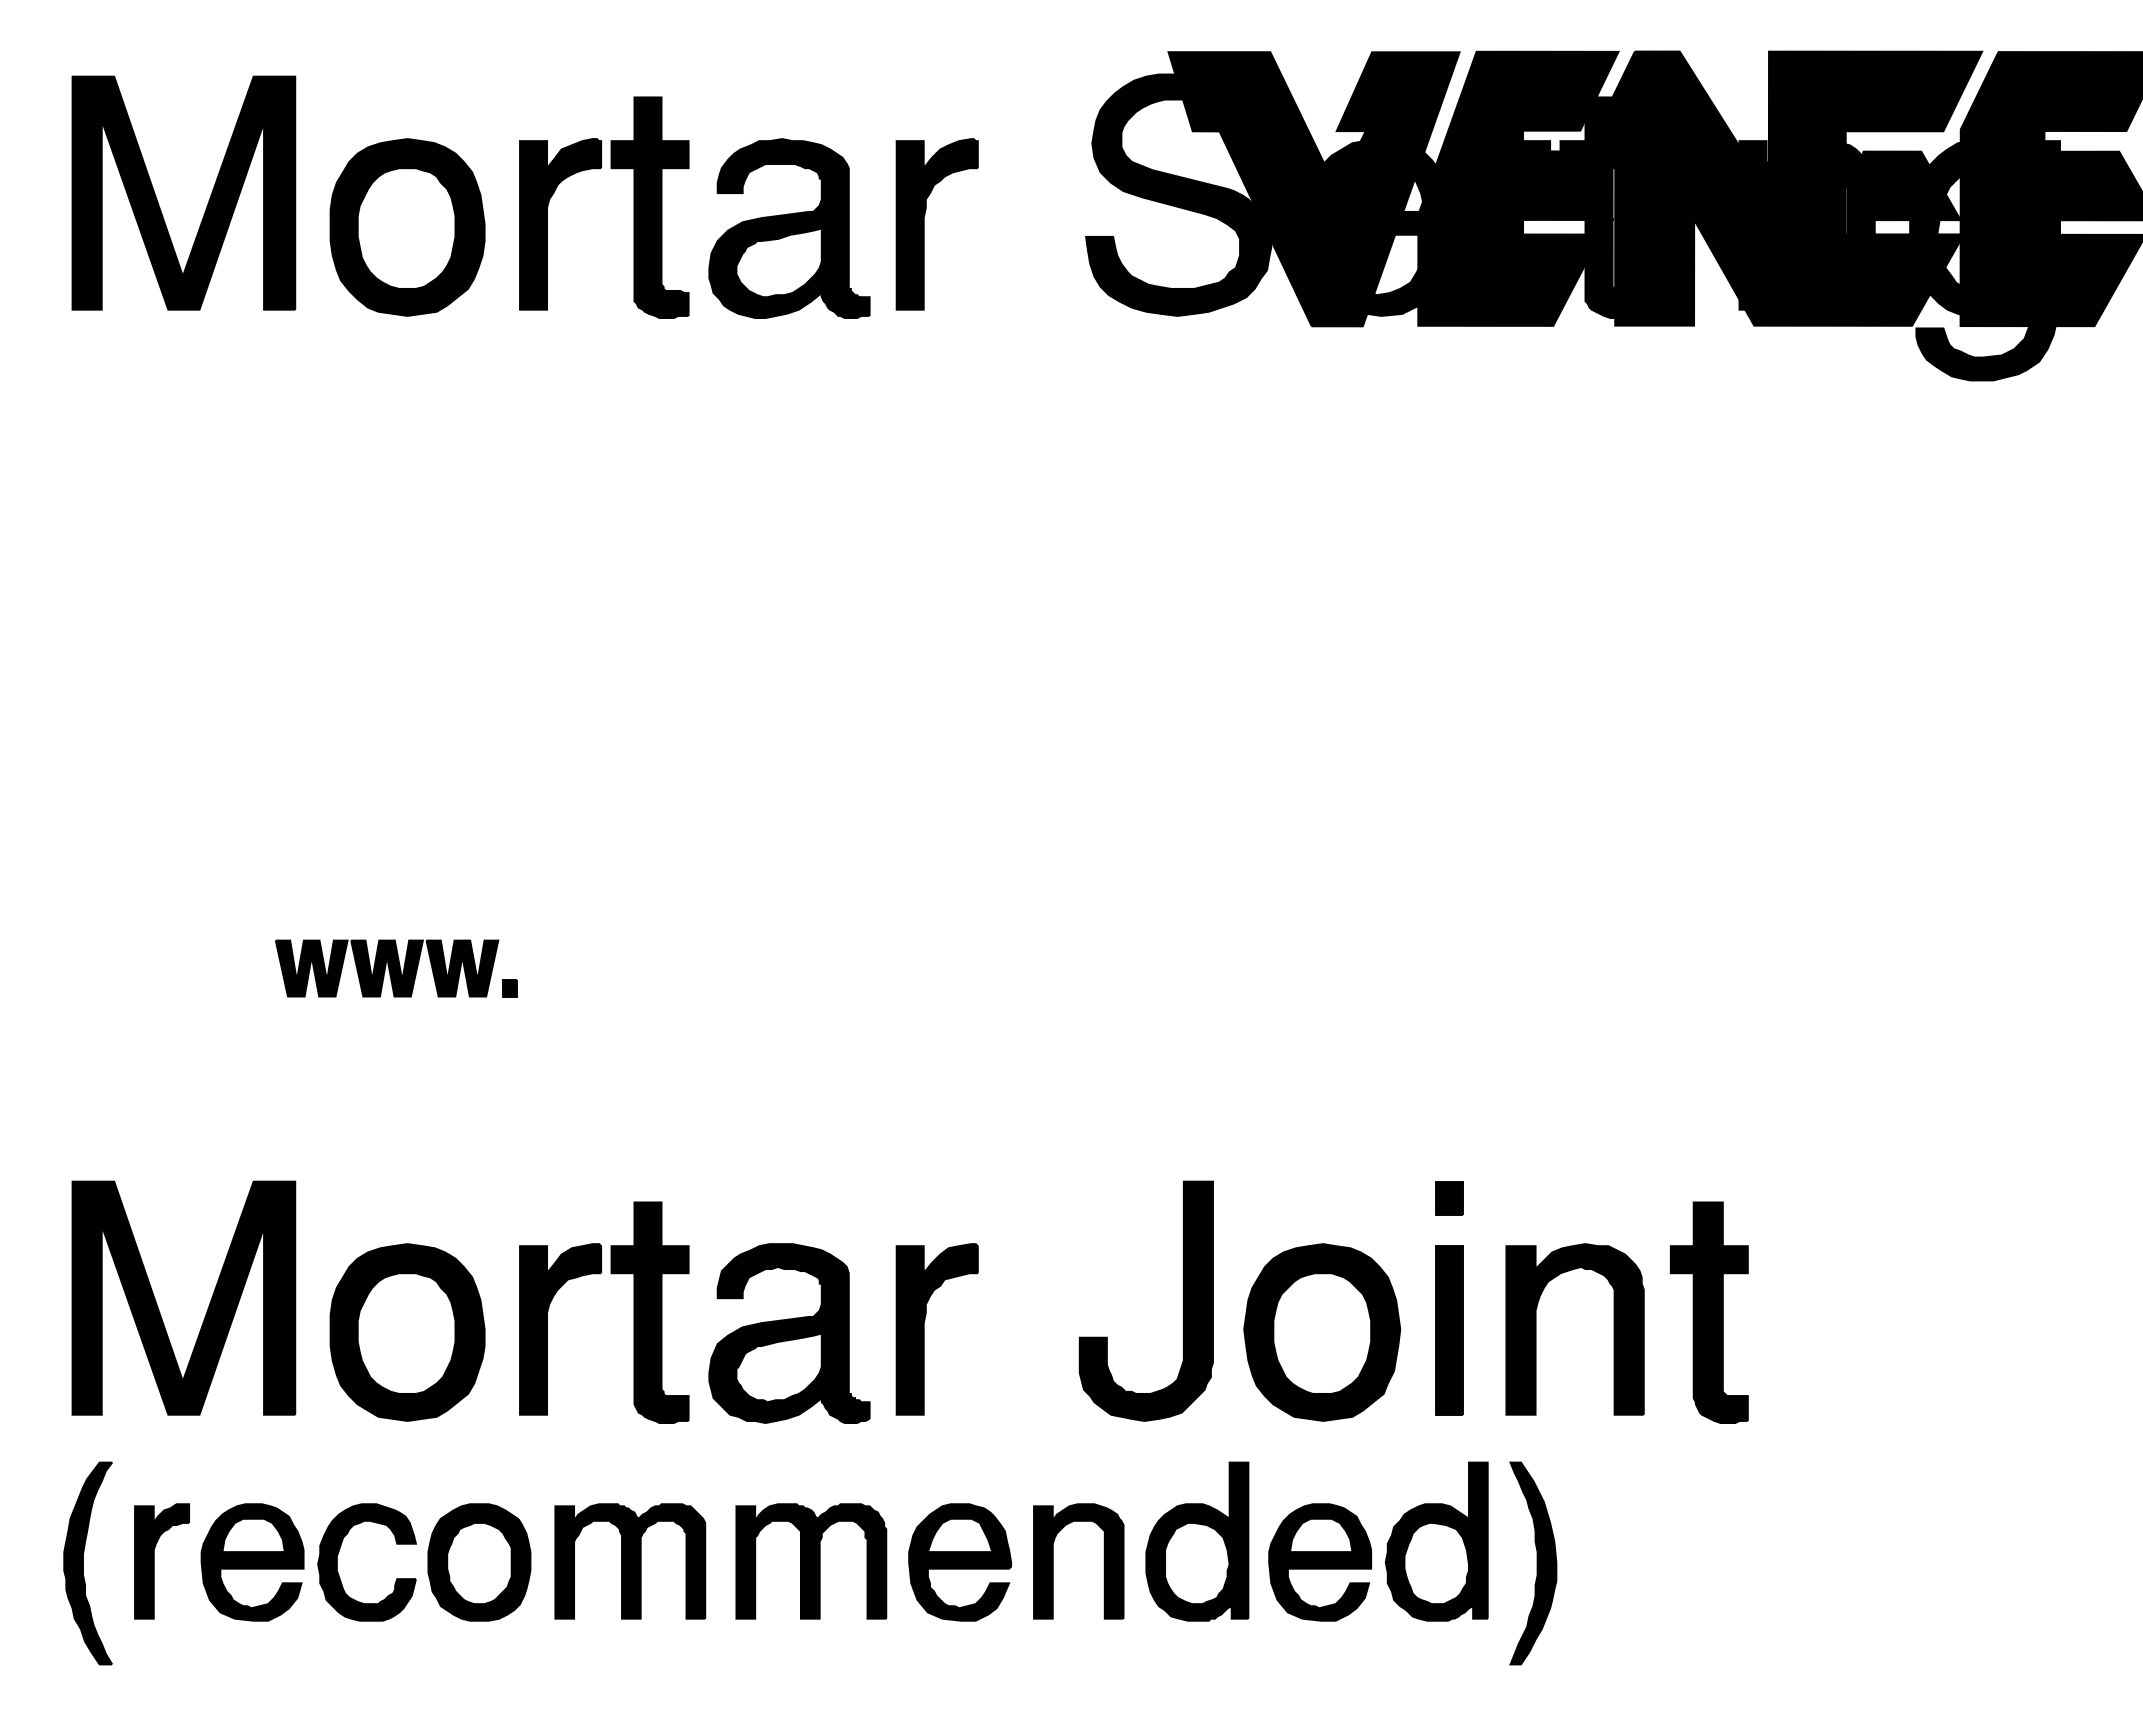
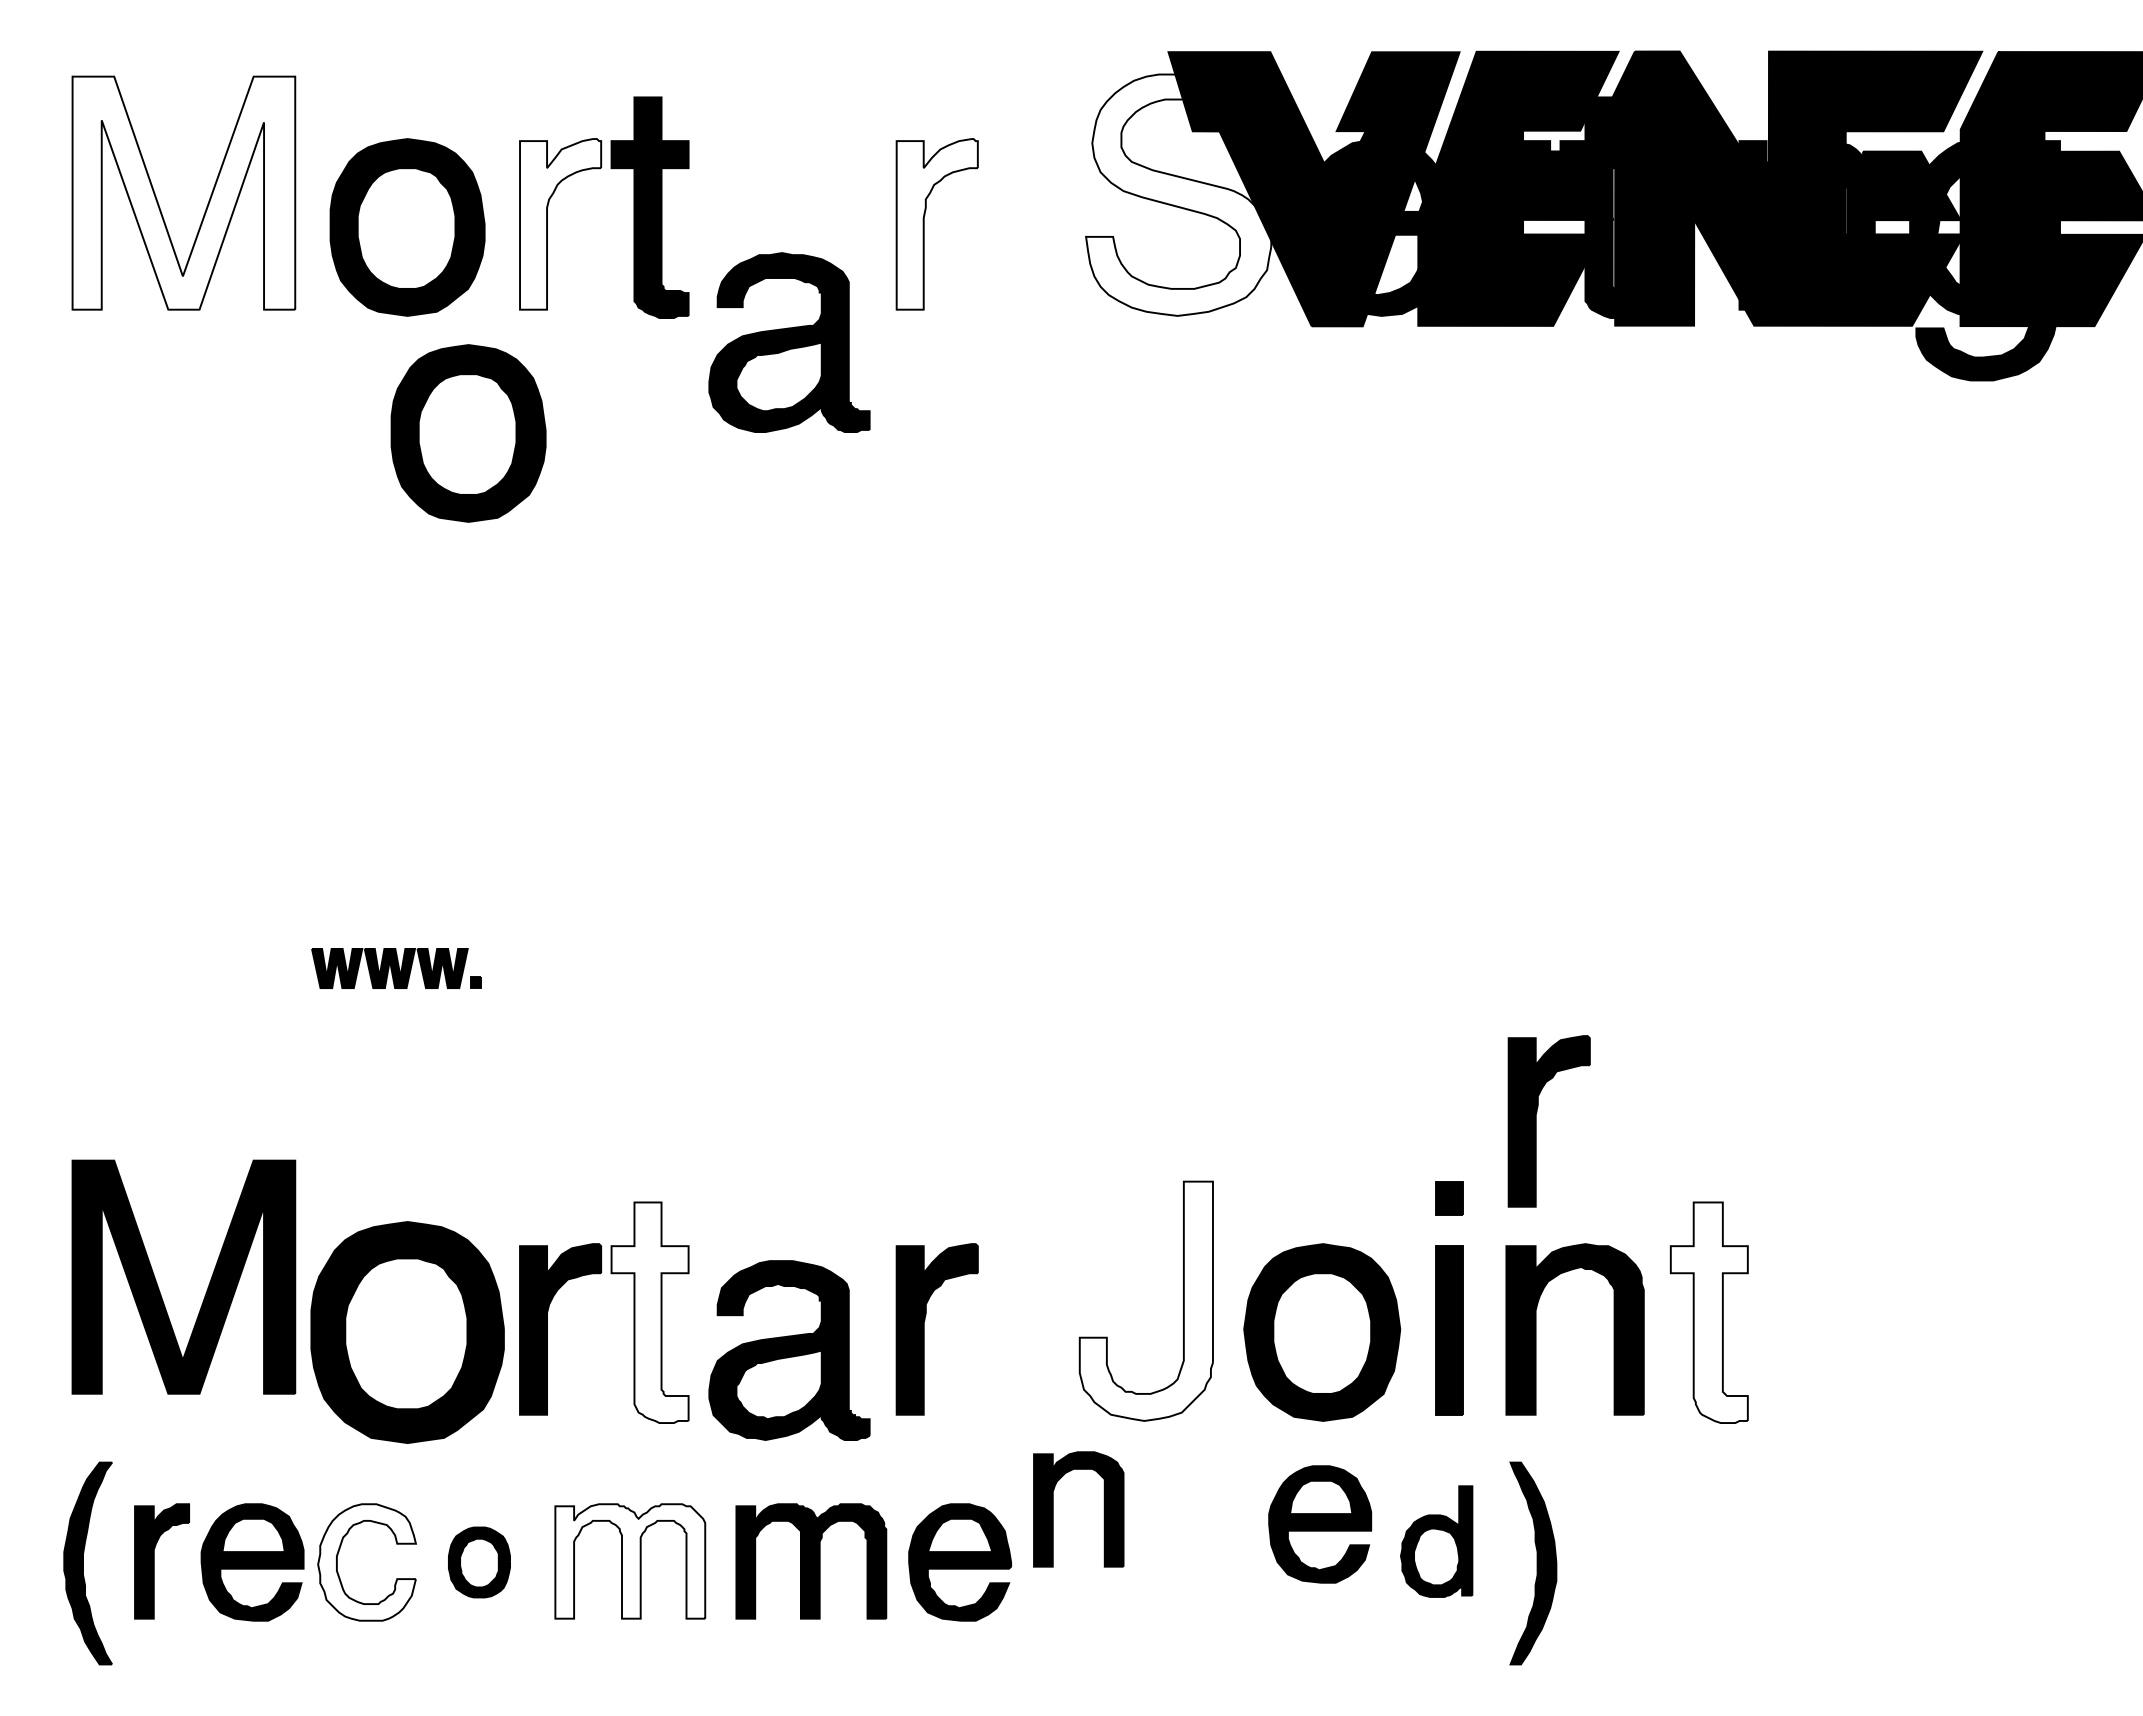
fill at (183, 192): present -> none
fill at (1178, 194): present -> none
fill at (560, 224): present -> none
fill at (936, 224): present -> none
part at (789, 228) position: (789, 228) -> (789, 342)
part at (468, 433): none -> present
part at (396, 968) size: 243x59 px -> 171x41 px
part at (1536, 1121): none -> present
fill at (1145, 1300): present -> none
part at (208, 1305) position: (208, 1305) -> (208, 1284)
fill at (649, 1312): present -> none
fill at (1708, 1312): present -> none
part at (407, 1332) size: 157x179 px -> 195x223 px
part at (789, 1333) position: (789, 1333) -> (789, 1350)
part at (1197, 1541): present -> none
part at (1436, 1541) size: 105x161 px -> 74x113 px
fill at (630, 1561): present -> none
part at (1053, 1561) position: (1053, 1561) -> (1053, 1509)
fill at (366, 1562): present -> none
part at (479, 1562) size: 105x119 px -> 63x73 px
part at (1320, 1562) position: (1320, 1562) -> (1320, 1524)
